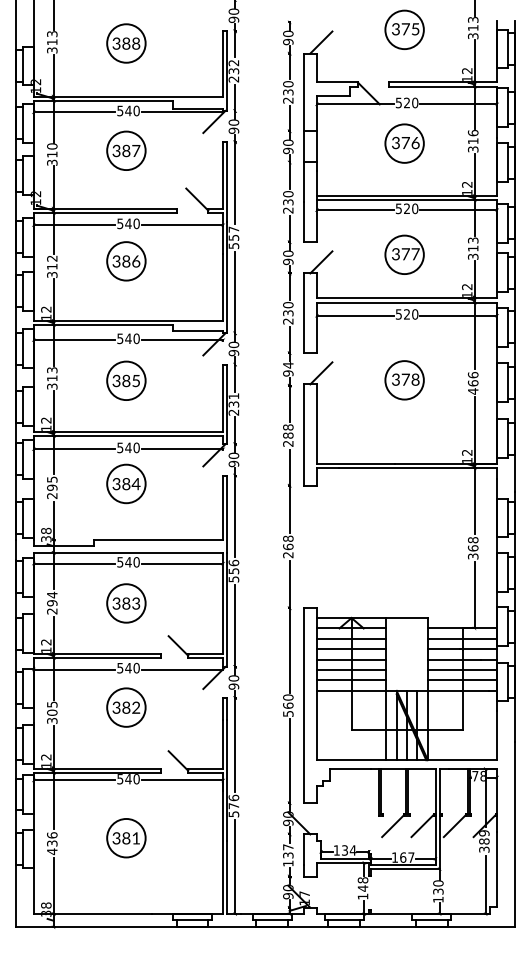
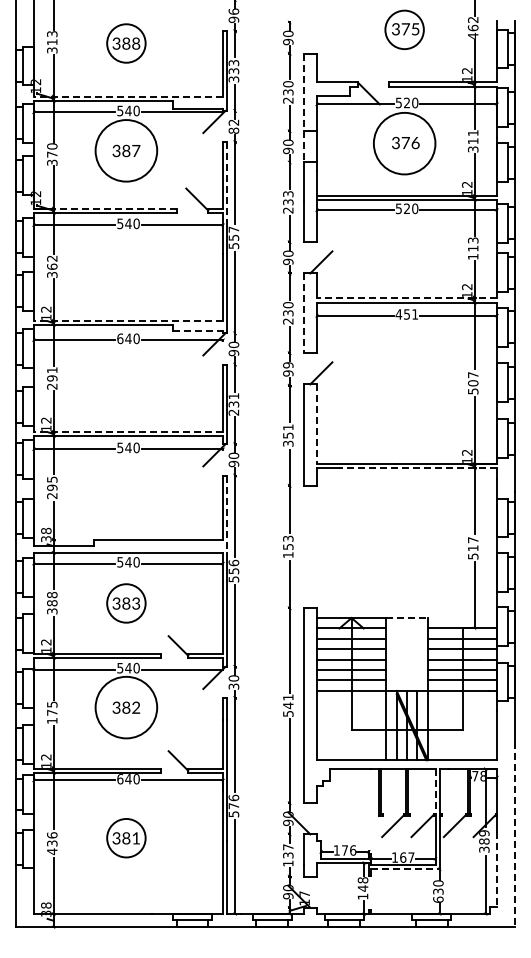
text at (233, 11): 90 -> 96
text at (472, 28): 313 -> 462
line at (321, 42): present -> none
text at (234, 71): 232 -> 333
line at (128, 96): solid -> dashed
line at (303, 108): solid -> dashed
text at (233, 126): 90 -> 82
text at (472, 133): 316 -> 311
circle at (404, 143) diameter: 38 px -> 62 px
circle at (126, 150) diameter: 38 px -> 62 px
text at (52, 154): 310 -> 370
line at (227, 182): solid -> dashed
text at (288, 194): 230 -> 233
line at (105, 208): solid -> dashed
part at (404, 254): present -> none
text at (472, 256): 313 -> 113
part at (126, 261): present -> none
text at (52, 266): 312 -> 362
line at (406, 298): solid -> dashed
line at (303, 313): solid -> dashed
text at (406, 314): 520 -> 451
line at (128, 320): solid -> dashed
line at (198, 330): solid -> dashed
text at (120, 338): 540 -> 640
text at (288, 365): 94 -> 99
text at (52, 378): 313 -> 291
part at (126, 380): present -> none
part at (404, 380): present -> none
text at (472, 382): 466 -> 507
line at (316, 424): solid -> dashed
line at (128, 431): solid -> dashed
text at (288, 435): 288 -> 351
line at (417, 468): solid -> dashed
part at (126, 483): present -> none
line at (227, 514): solid -> dashed
text at (288, 546): 268 -> 153
text at (472, 548): 368 -> 517
text at (52, 602): 294 -> 388
line at (407, 618): solid -> dashed
text at (233, 686): 90 -> 30
text at (288, 701): 560 -> 541
circle at (126, 707) diameter: 38 px -> 62 px
text at (52, 716): 305 -> 175
text at (120, 779): 540 -> 640
line at (435, 791): solid -> dashed
line at (514, 834): solid -> dashed
text at (349, 850): 134 -> 176
line at (405, 869): solid -> dashed
line at (497, 869): solid -> dashed
text at (438, 899): 130 -> 630
